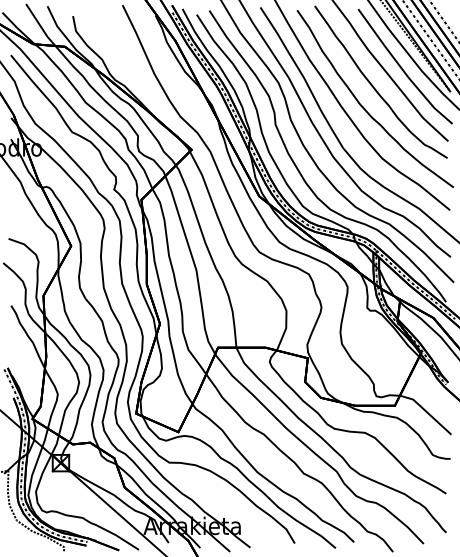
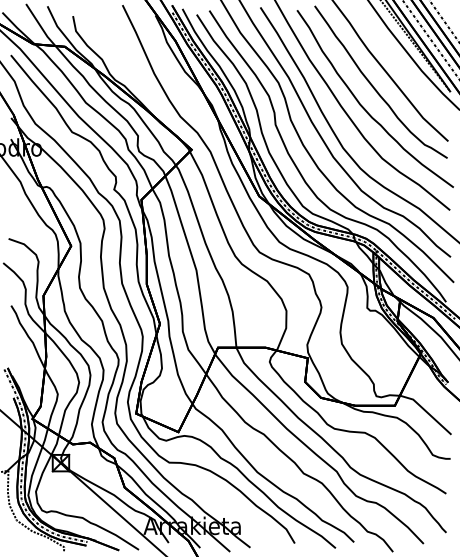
line at (402, 67): present -> none
